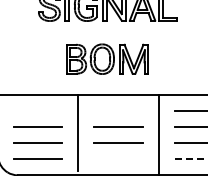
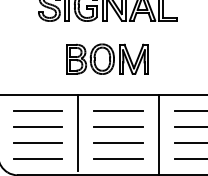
line at (38, 111): none -> present
line at (118, 111): none -> present
line at (118, 158): none -> present
line at (191, 159): dashed -> solid
